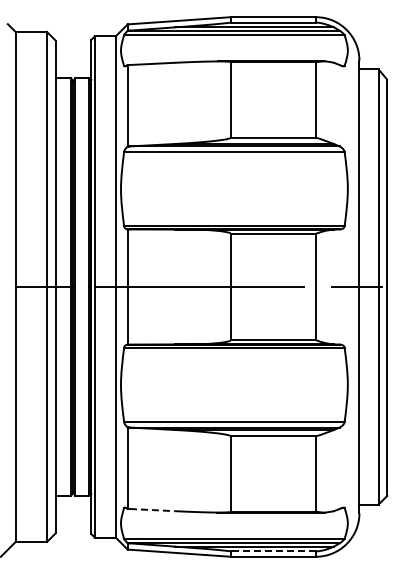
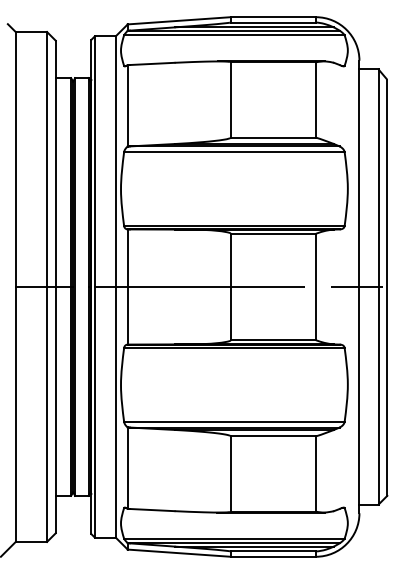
line at (152, 510): dashed -> solid
line at (273, 551): dashed -> solid
